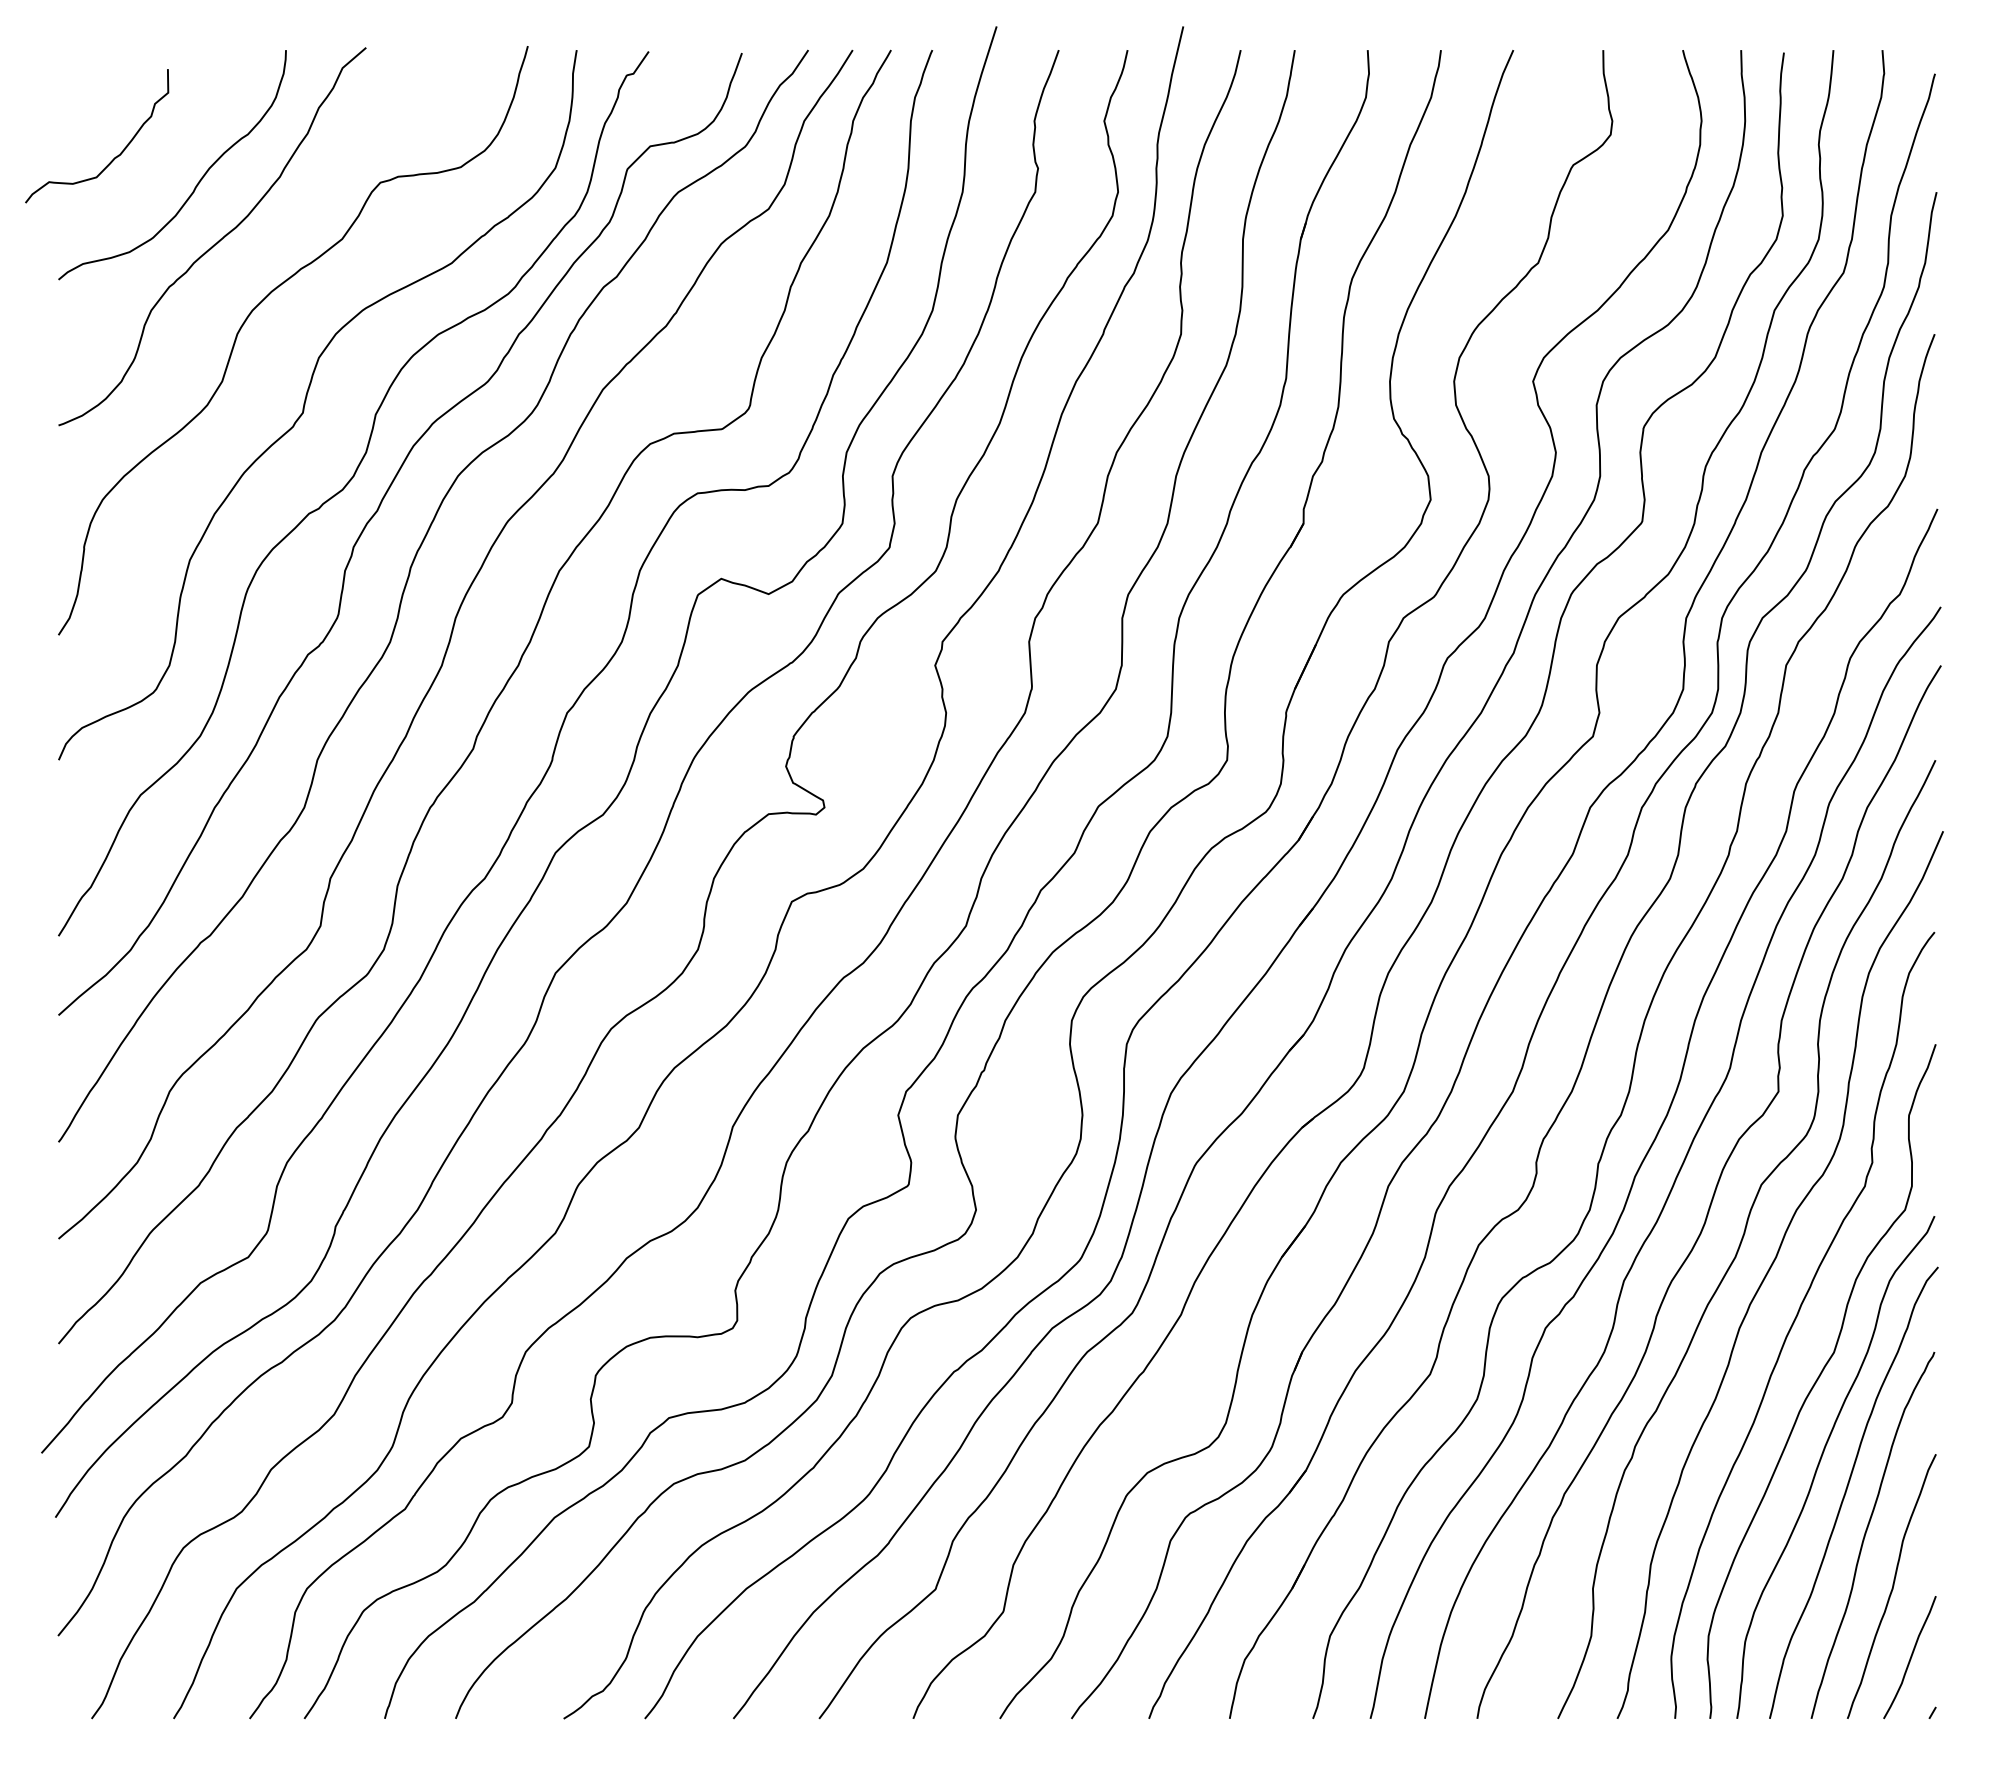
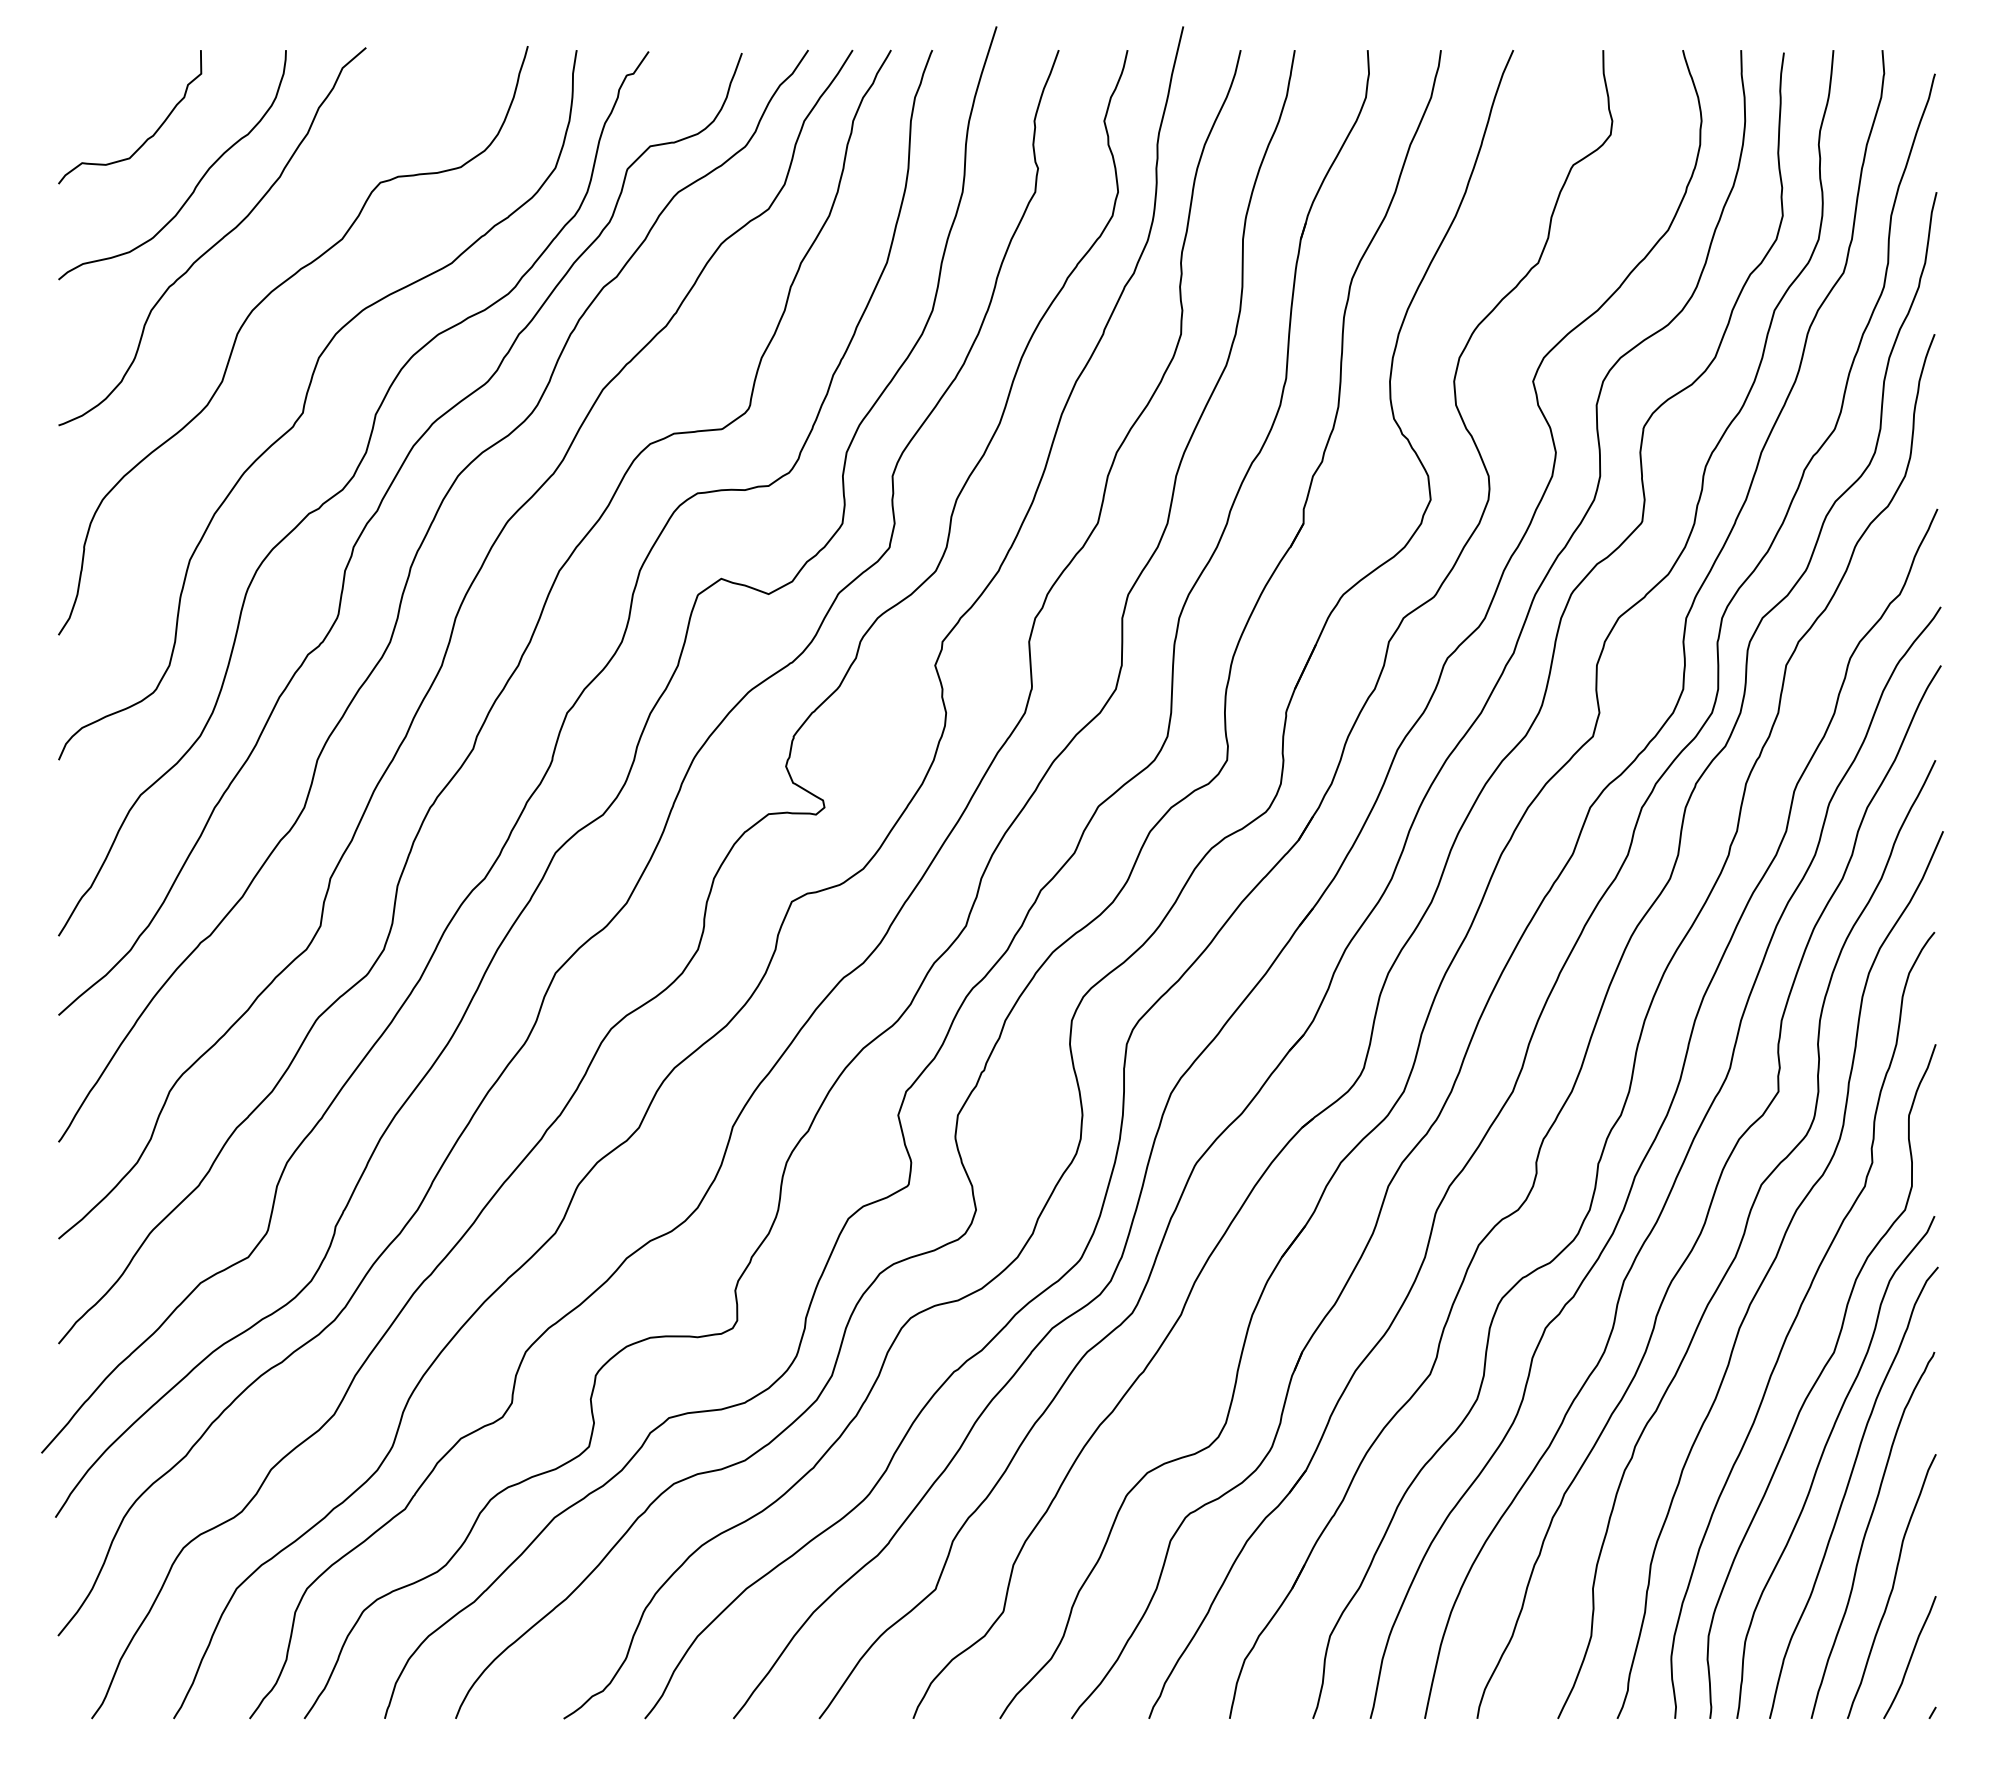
curve at (115, 156) position: (115, 156) -> (148, 137)
